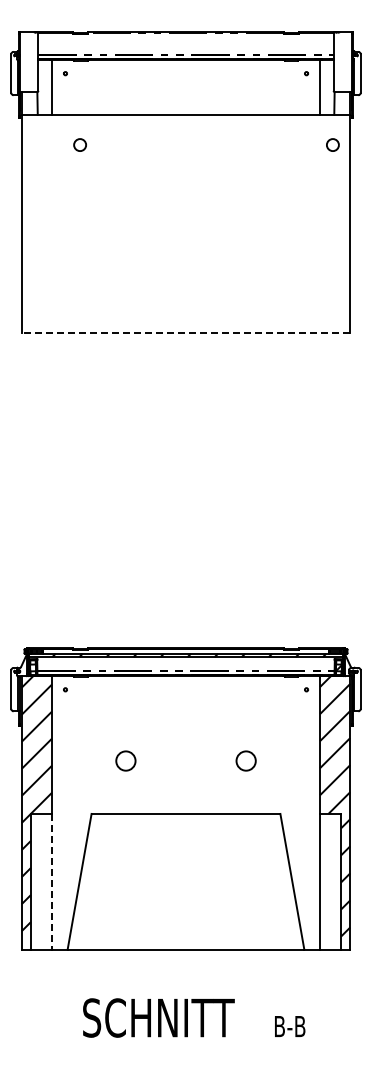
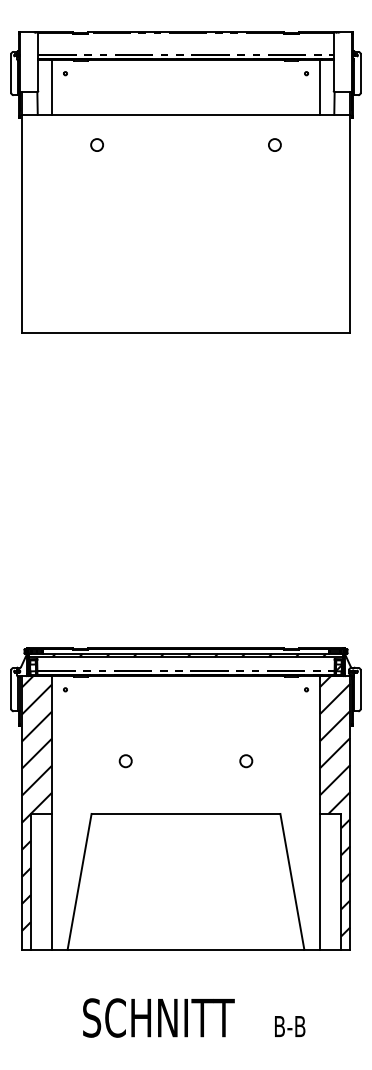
circle at (79, 144) position: (79, 144) -> (96, 144)
circle at (332, 144) position: (332, 144) -> (274, 144)
line at (185, 333): dashed -> solid
circle at (125, 760) size: 22x22 px -> 15x15 px
circle at (245, 760) size: 22x22 px -> 15x15 px
line at (51, 881): dashed -> solid
